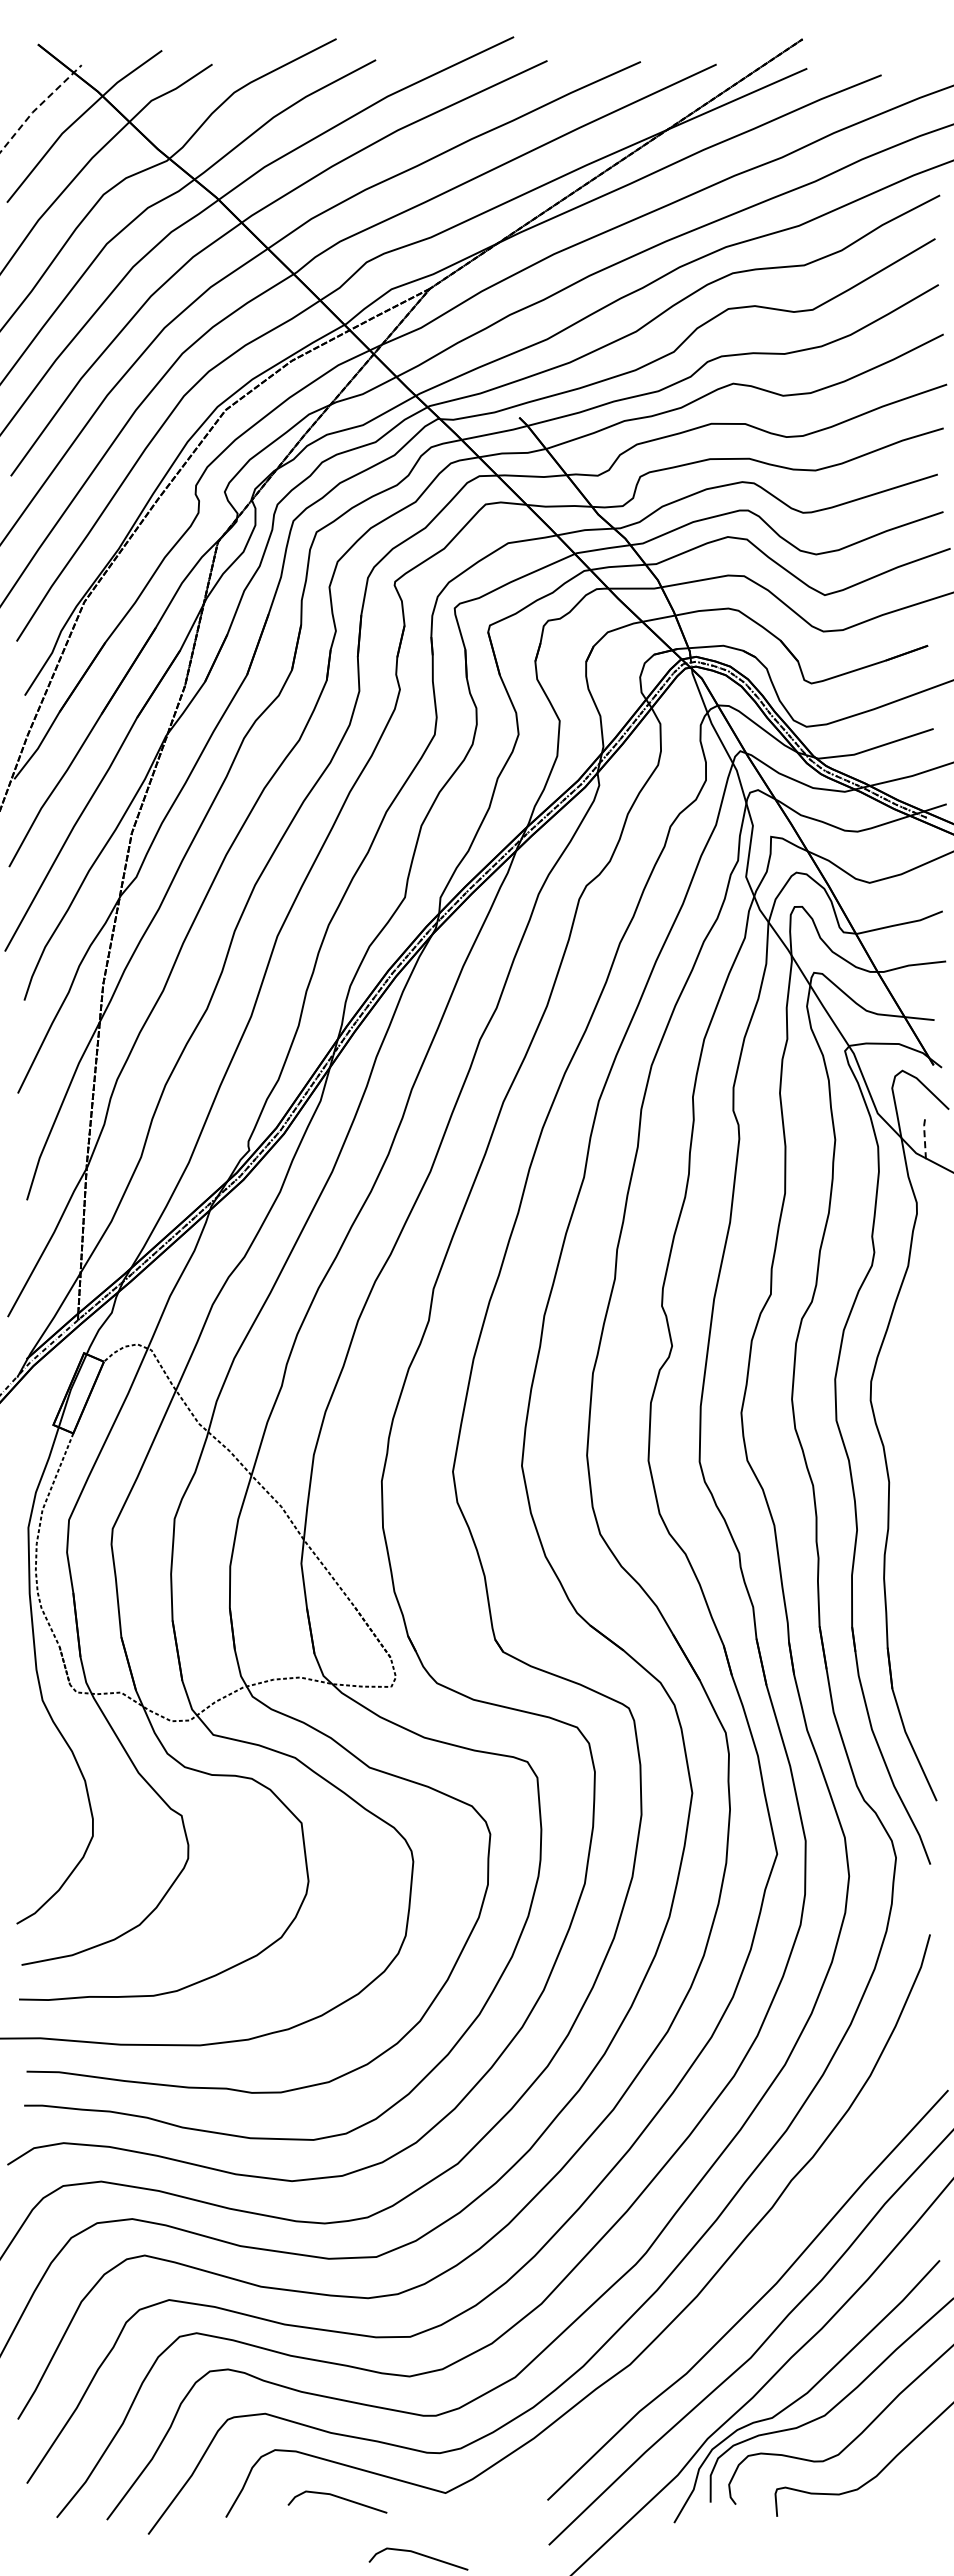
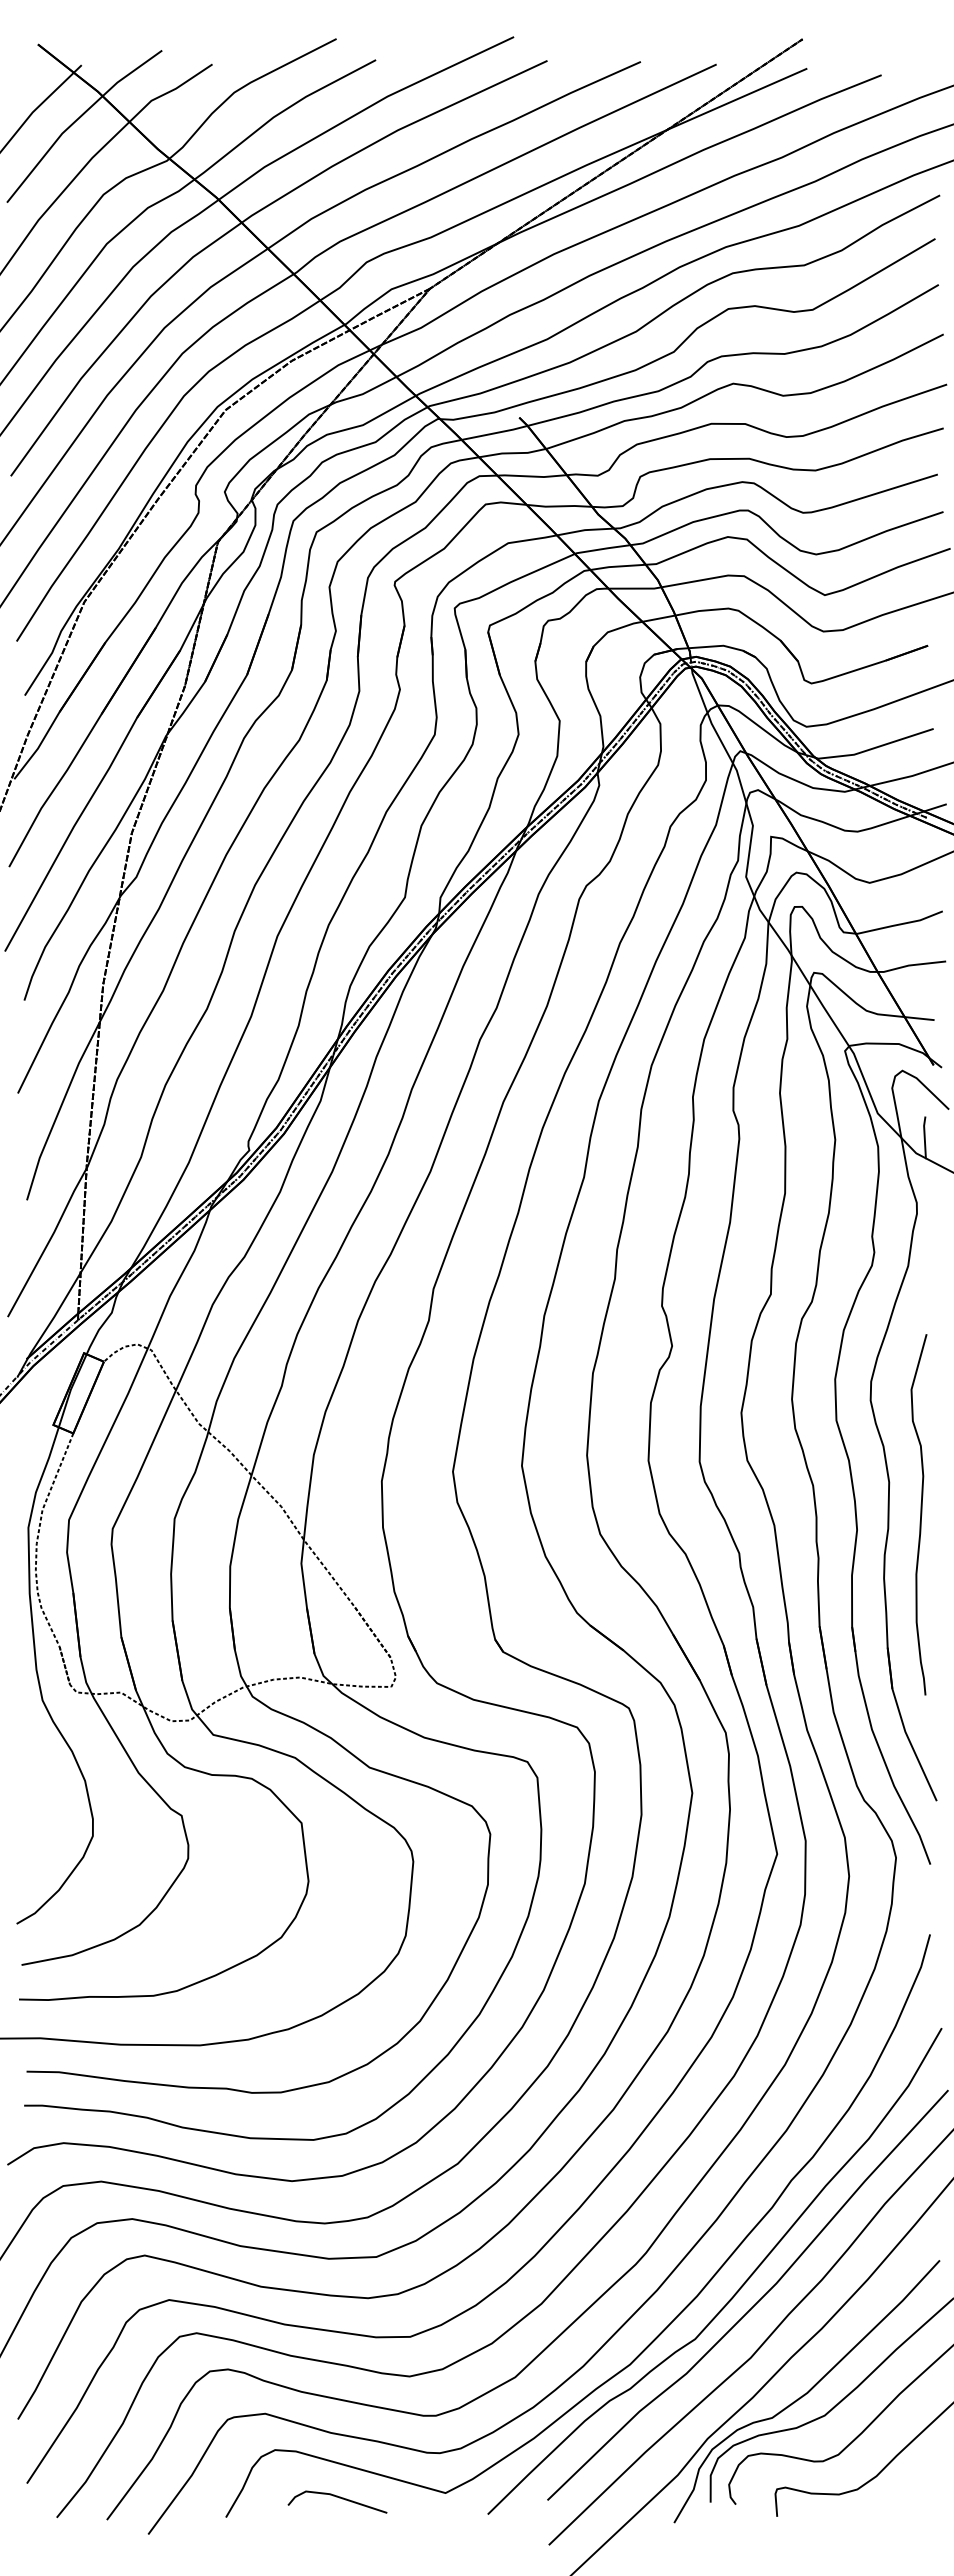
line at (38, 106): dashed -> solid
line at (924, 1136): dashed -> solid
curve at (920, 1514): none -> present
curve at (739, 2287): none -> present
line at (420, 2555): present -> none
